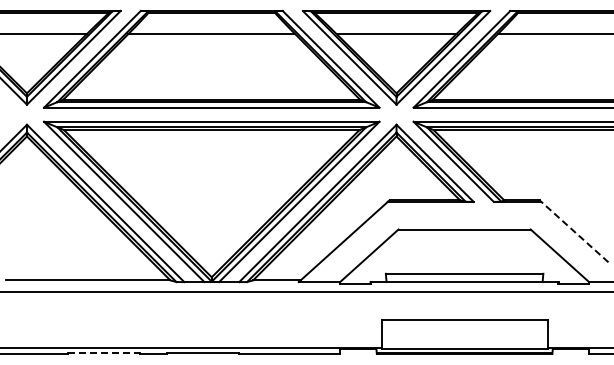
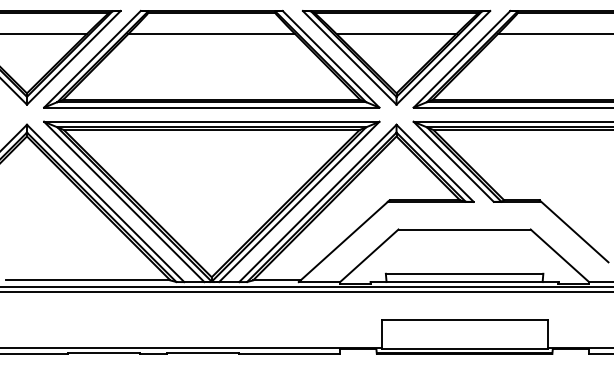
line at (573, 230): dashed -> solid
line at (306, 286): none -> present
line at (103, 353): dashed -> solid
